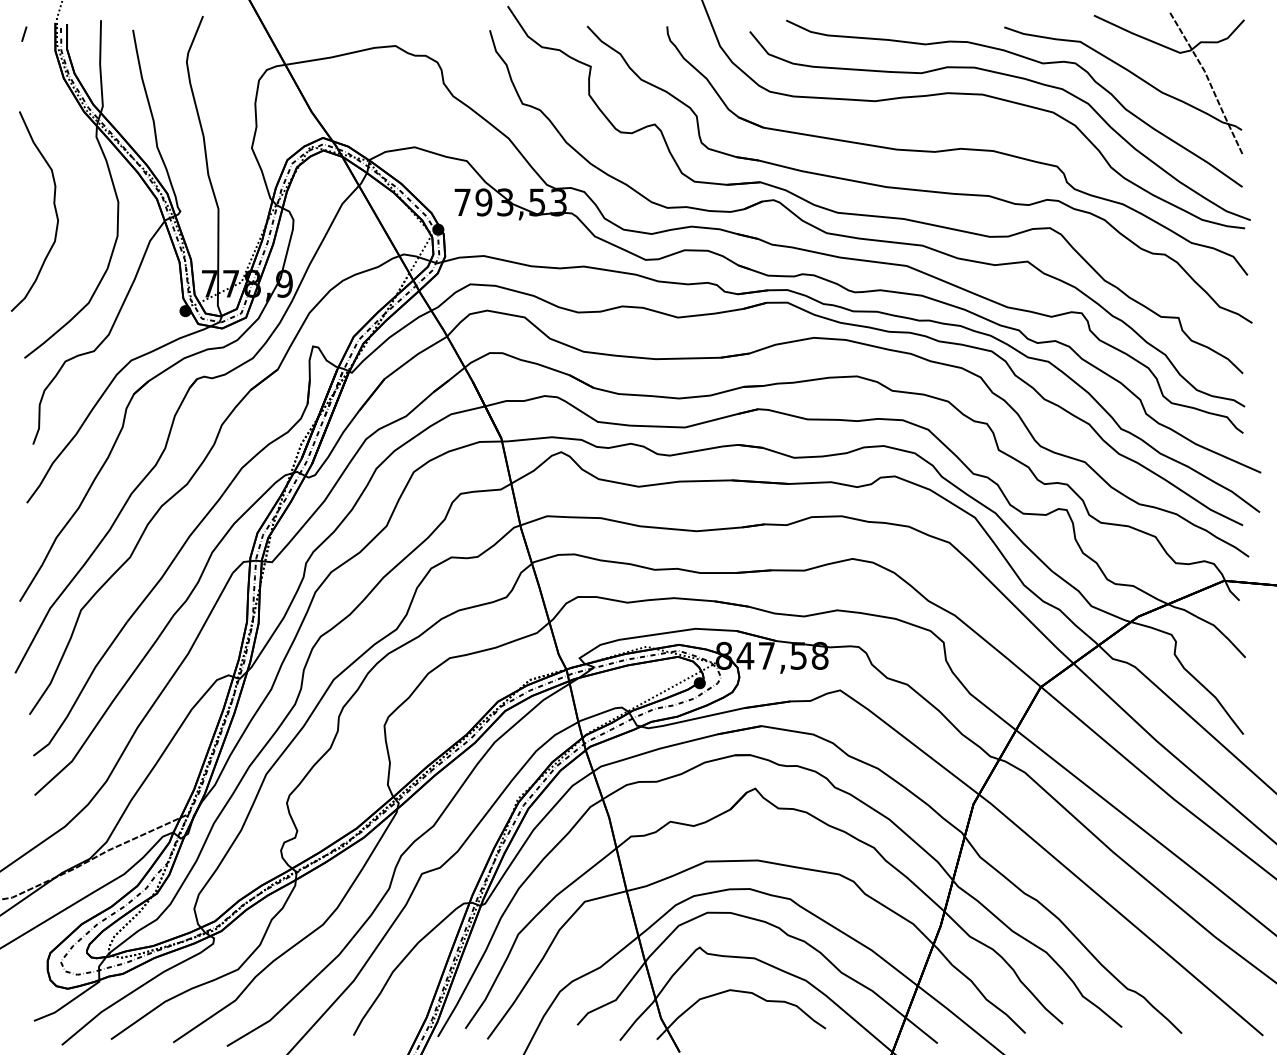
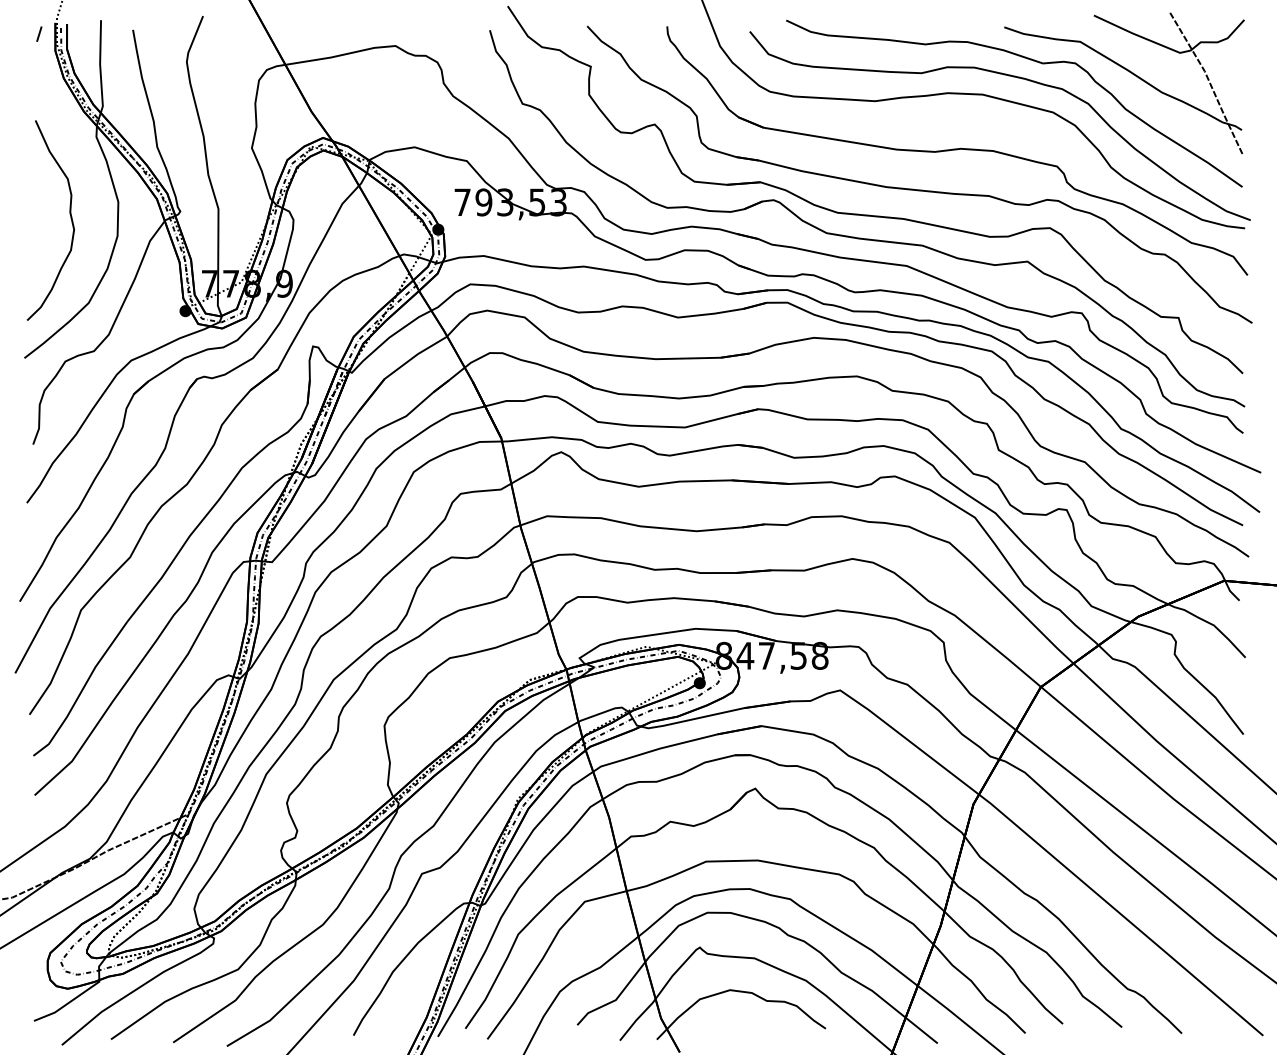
line at (24, 33) position: (24, 33) -> (39, 33)
curve at (53, 205) position: (53, 205) -> (69, 214)
